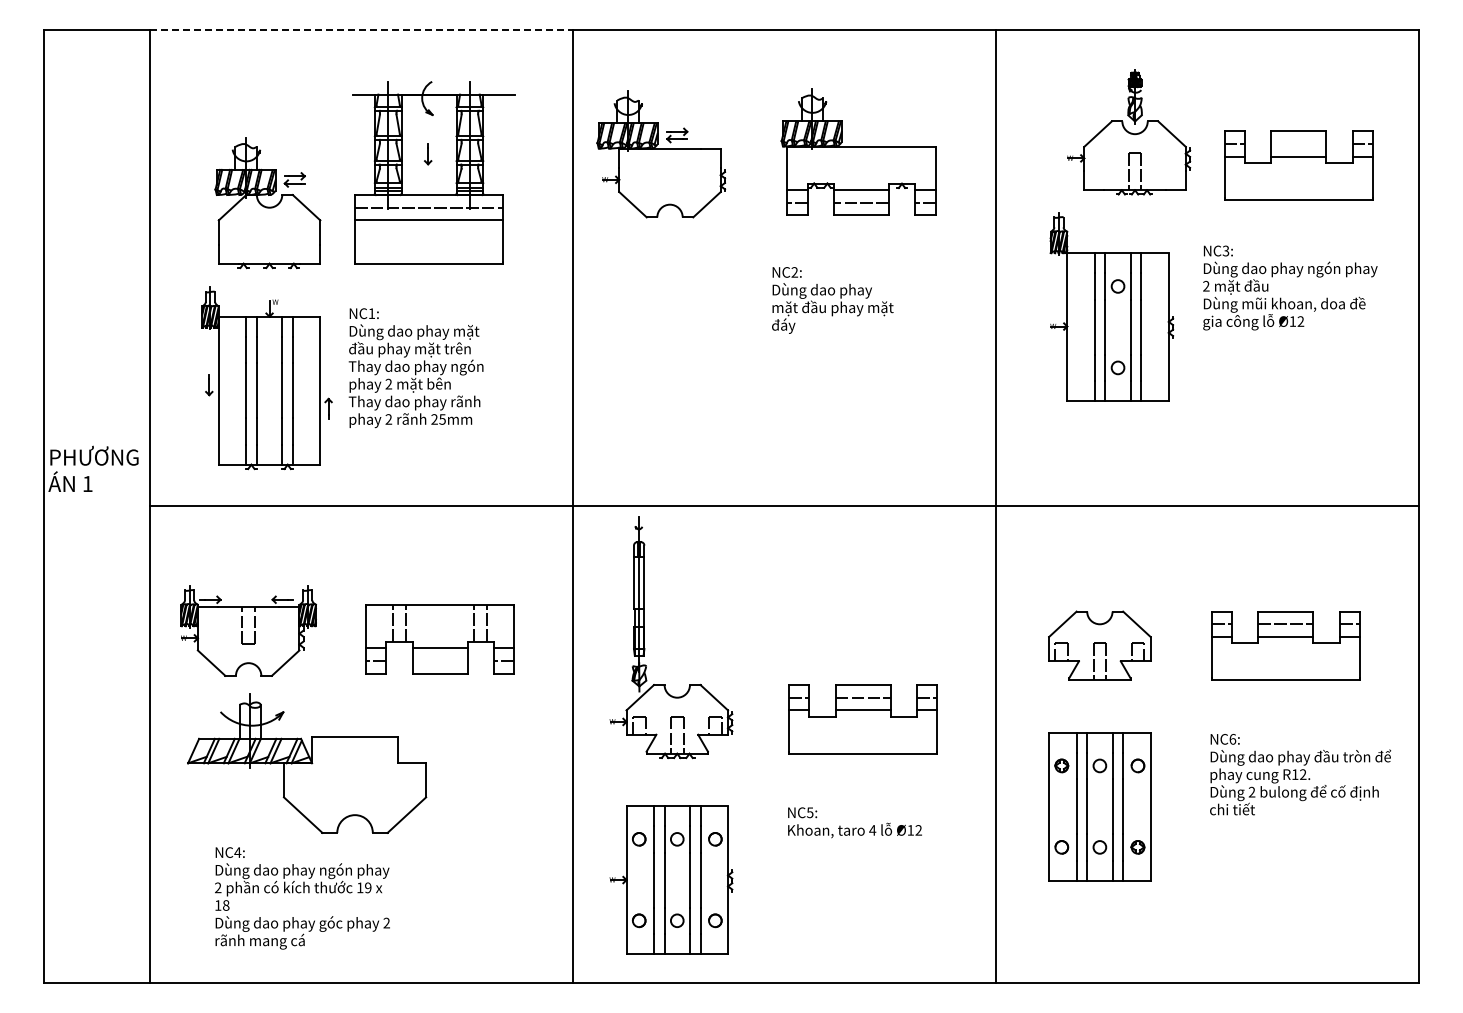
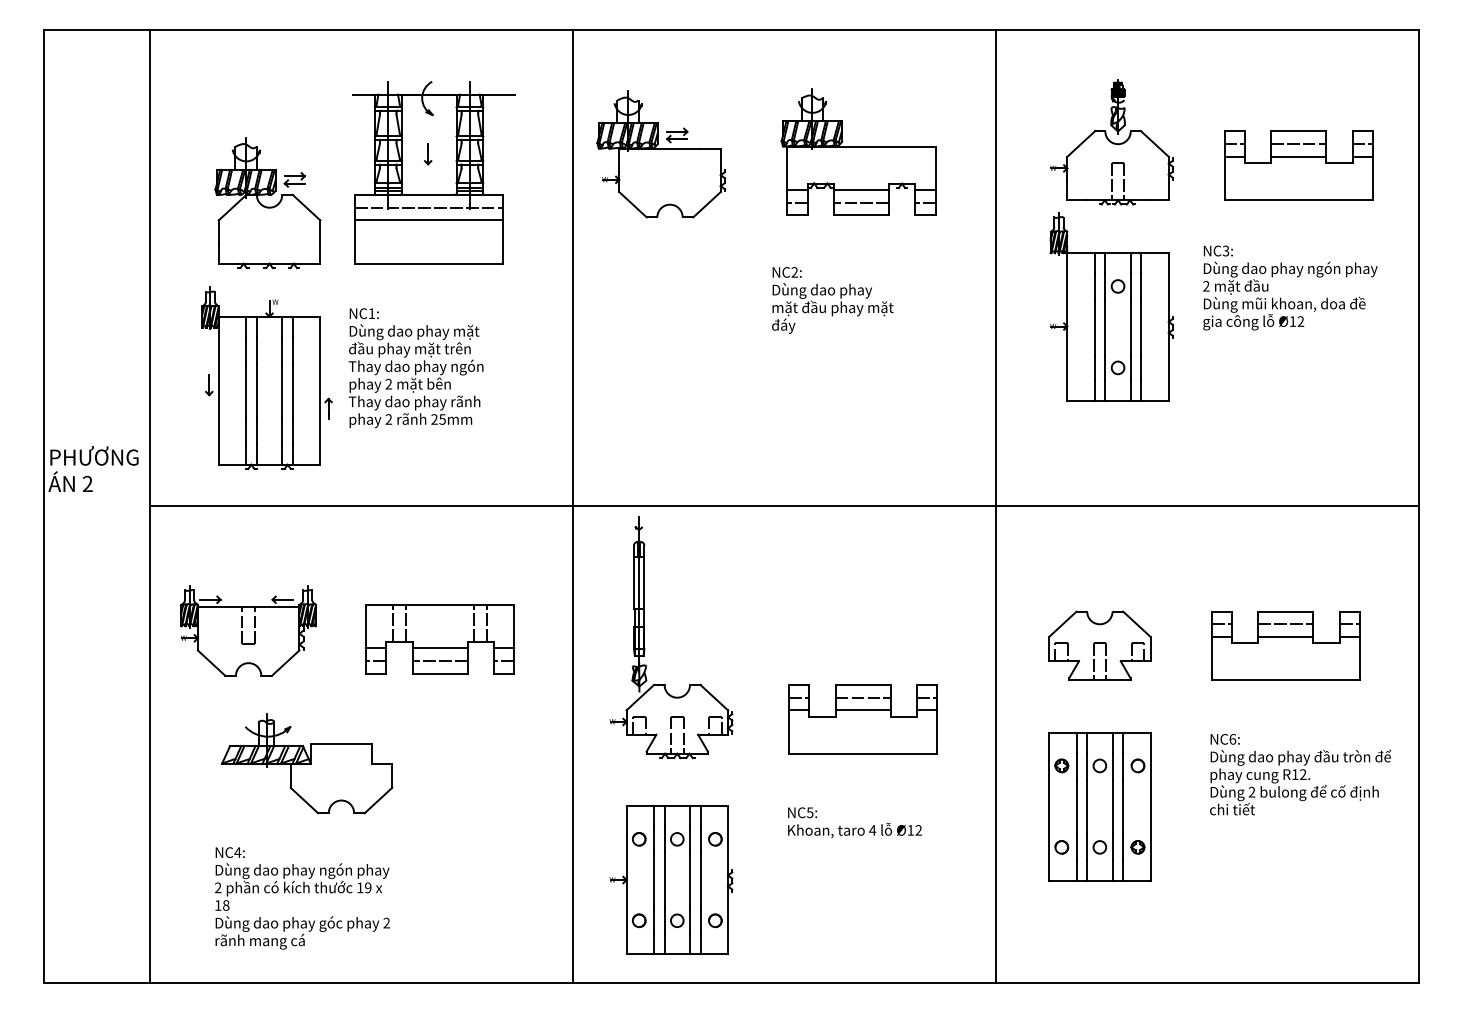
line at (361, 30): dashed -> solid
part at (1129, 132) position: (1129, 132) -> (1112, 142)
line at (1298, 144): none -> present
text at (87, 483): 1 -> 2
line at (439, 661): none -> present
part at (307, 763) size: 241x141 px -> 173x102 px
